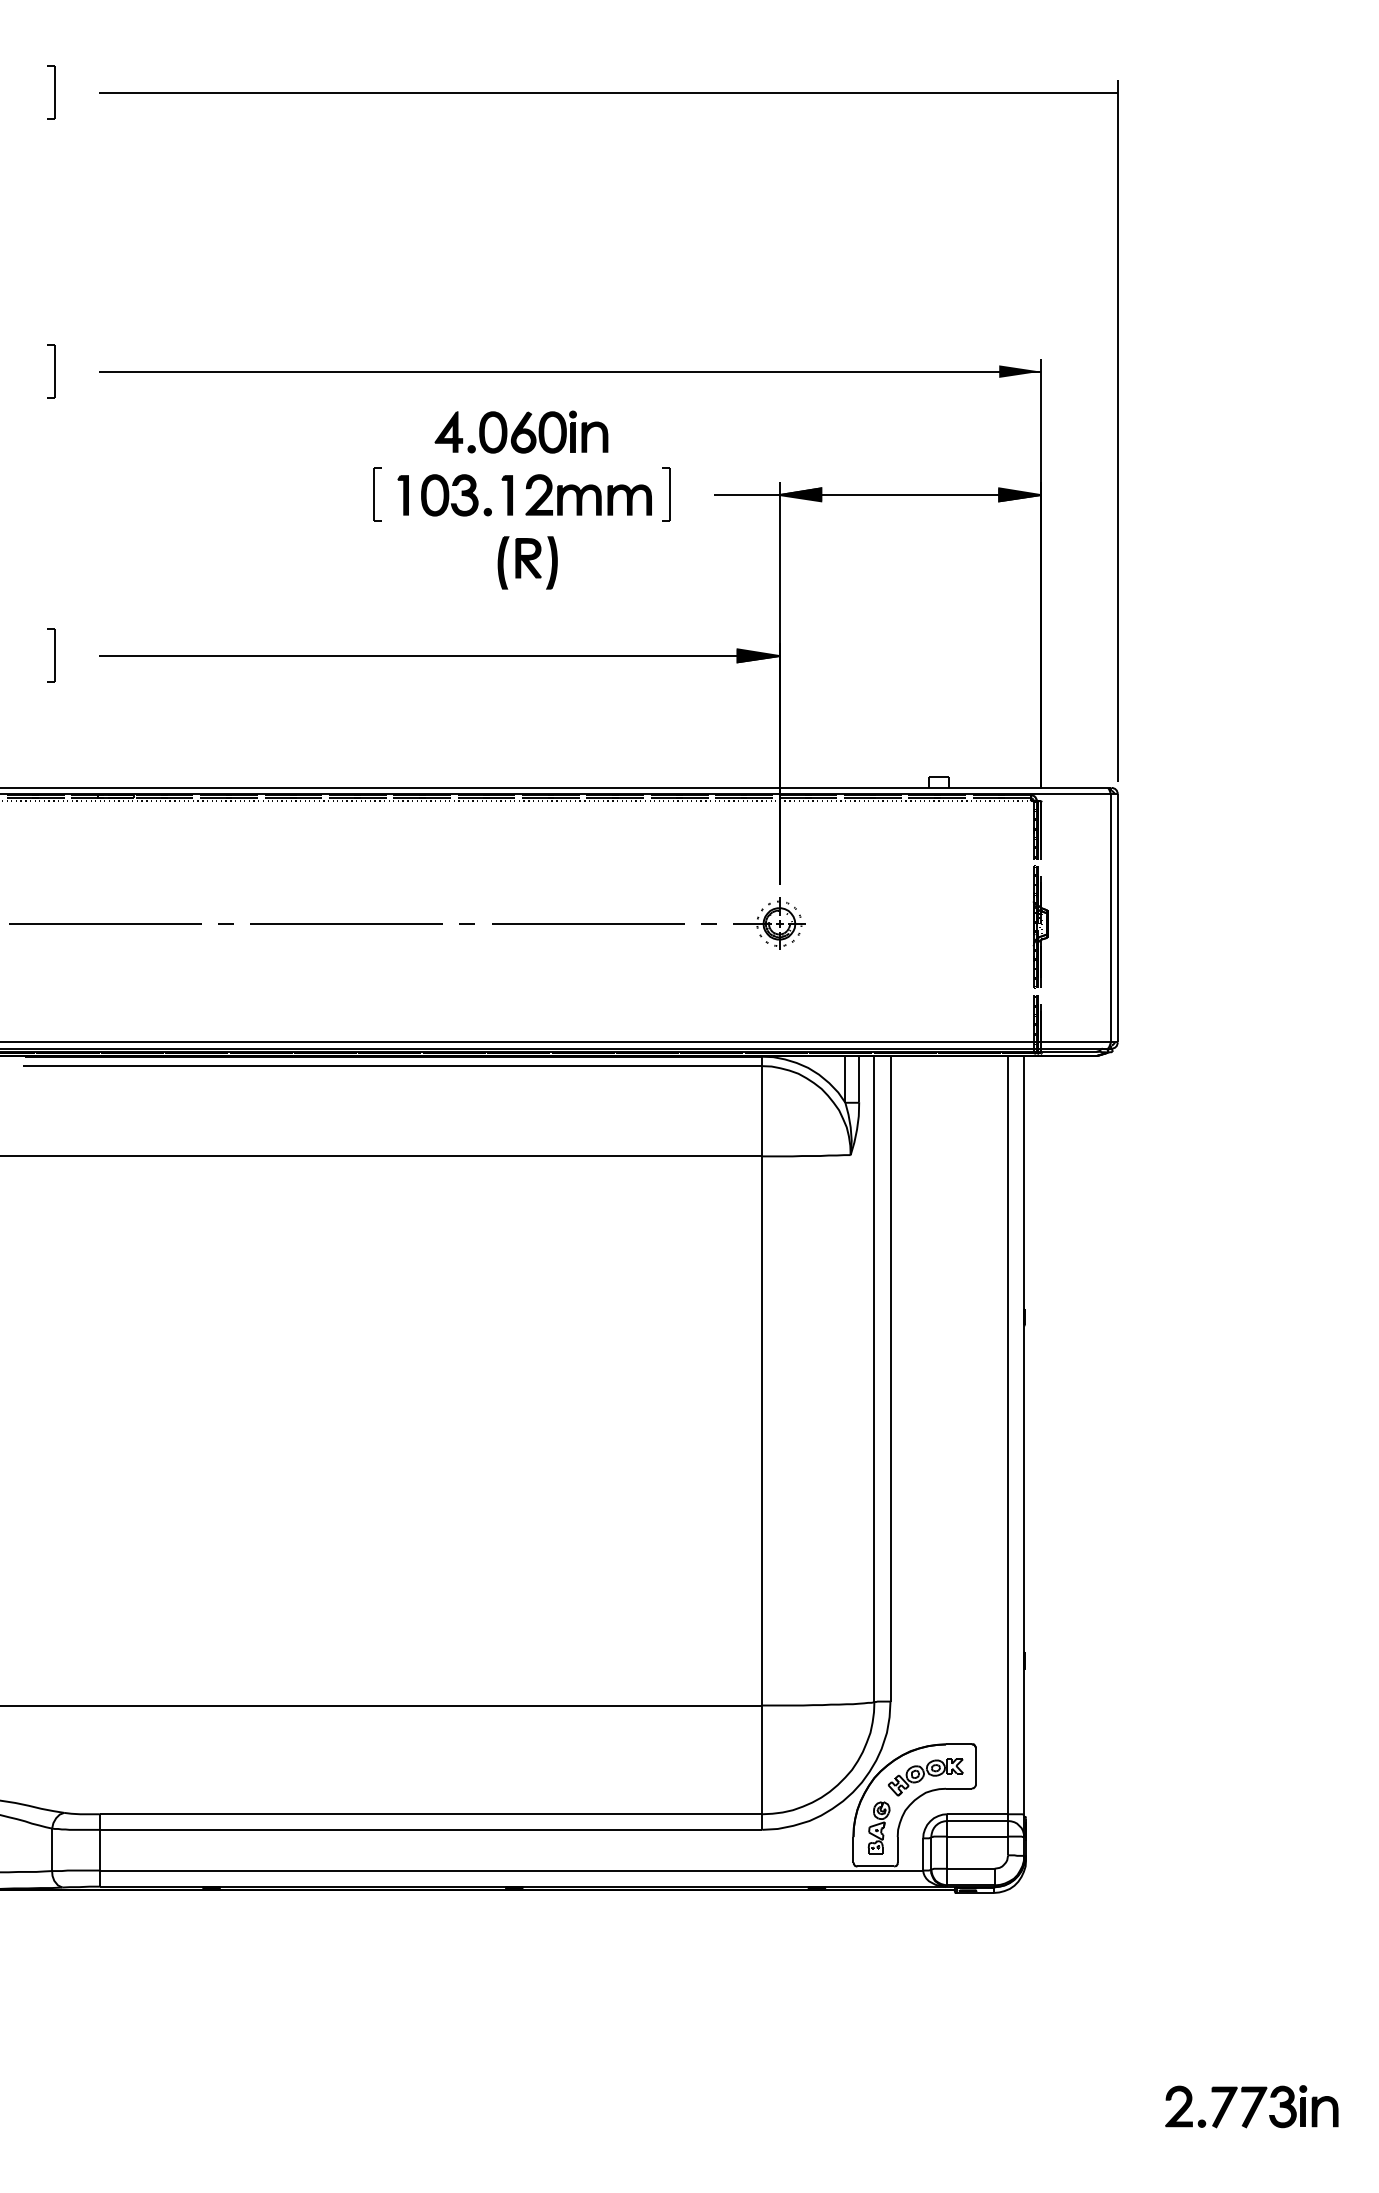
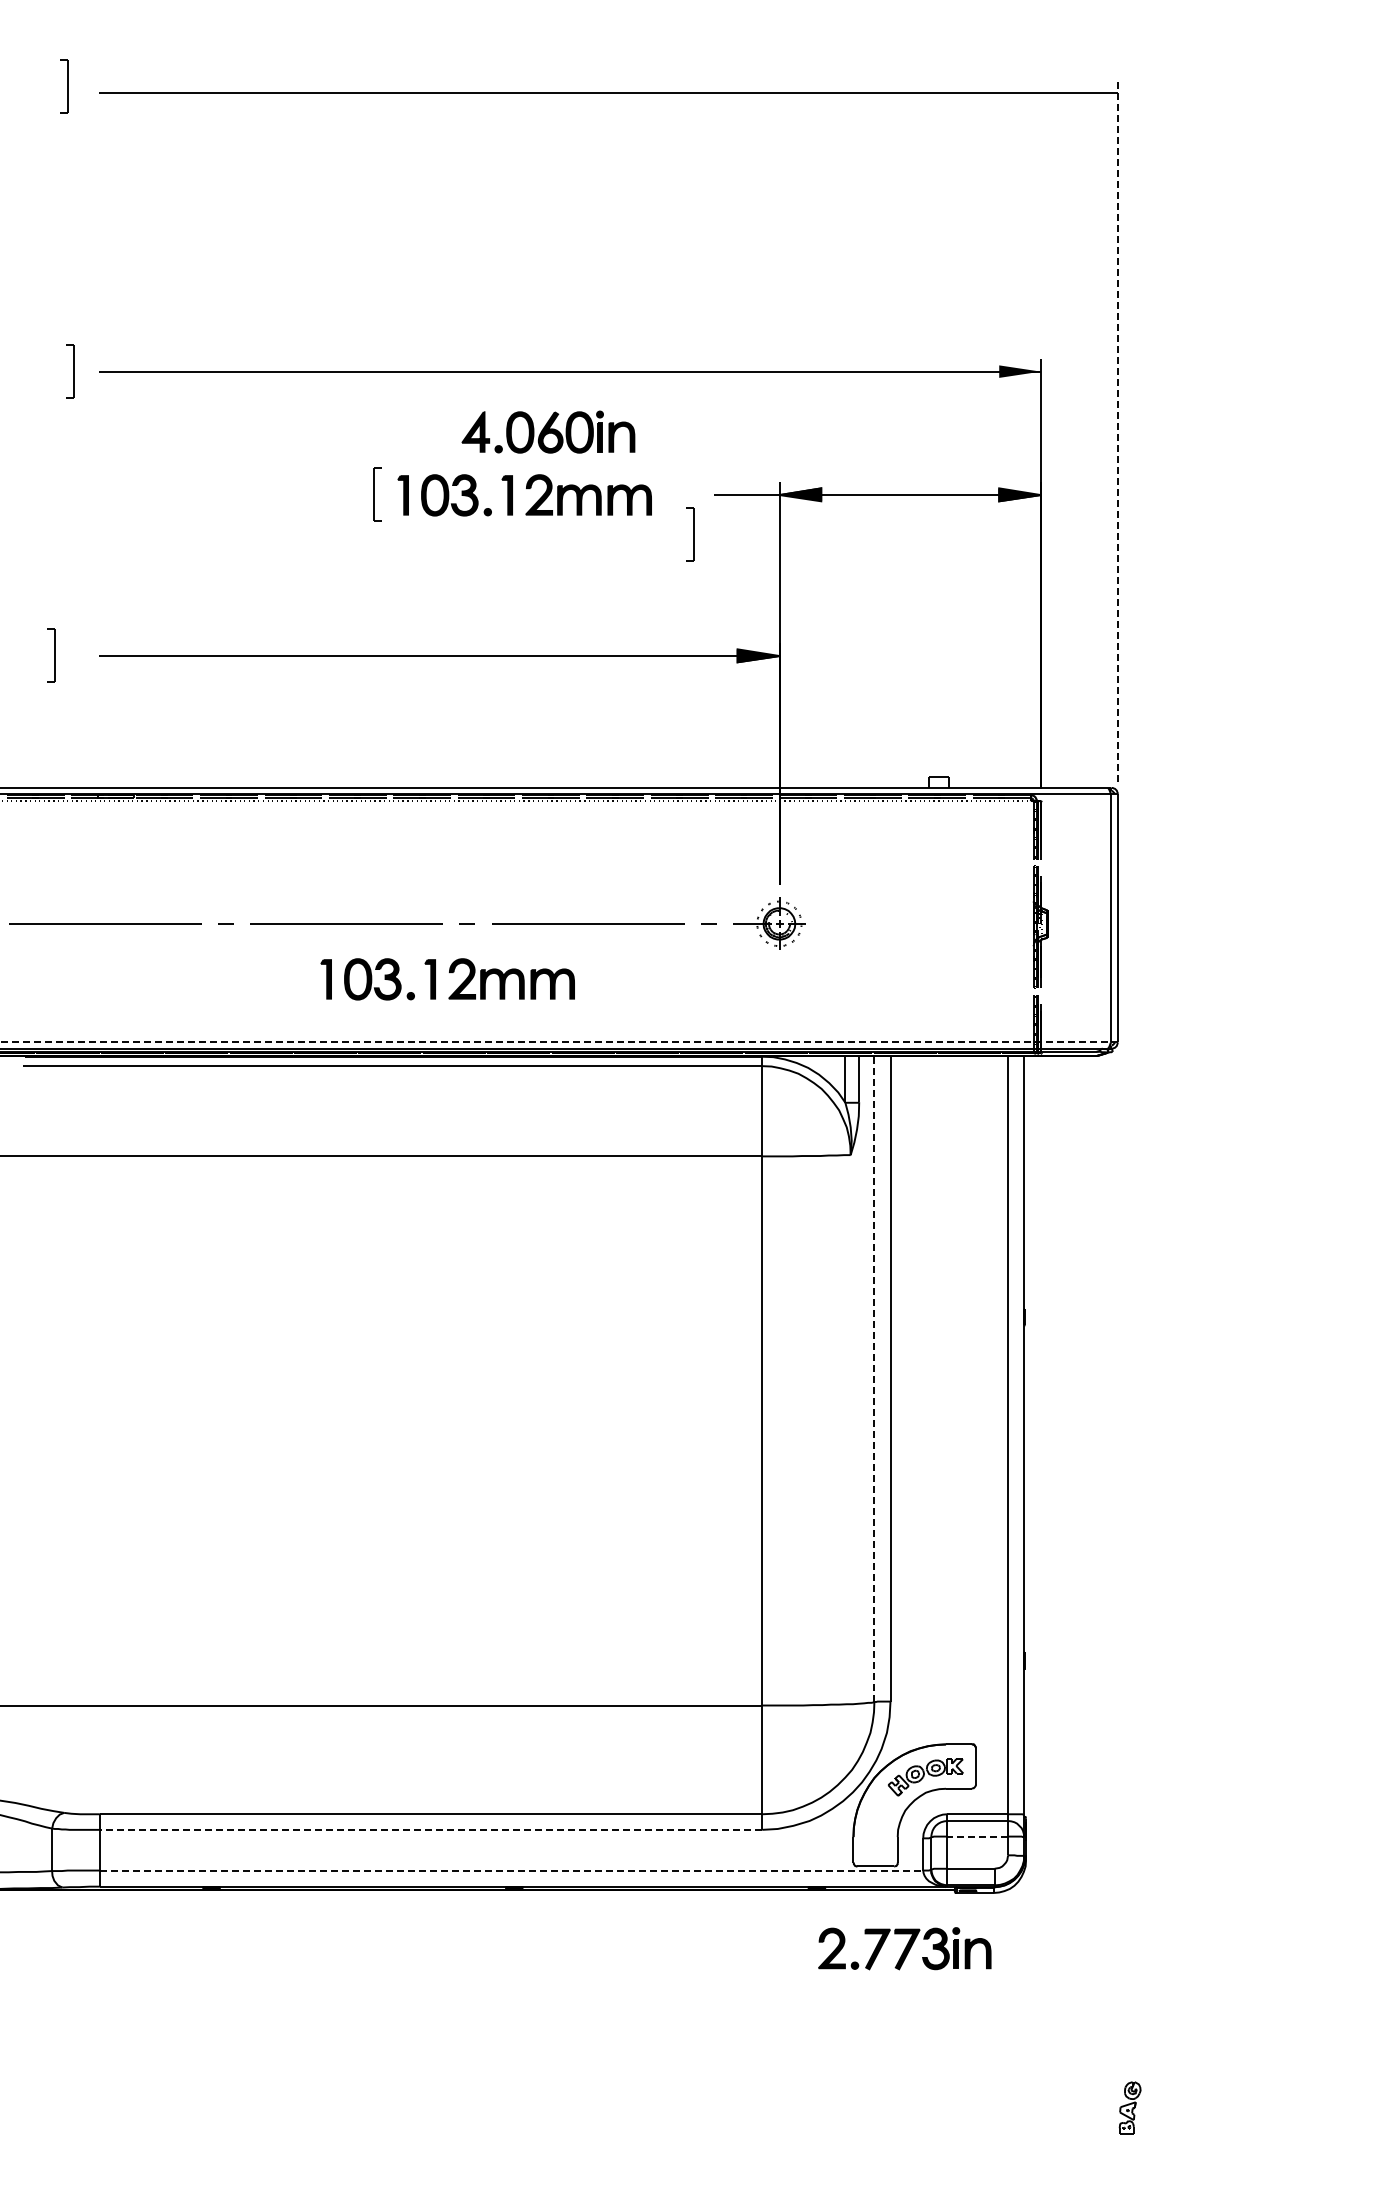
part at (51, 92) position: (51, 92) -> (64, 86)
part at (51, 371) position: (51, 371) -> (70, 371)
line at (1117, 430): solid -> dashed
part at (521, 431) position: (521, 431) -> (548, 431)
part at (666, 494) position: (666, 494) -> (690, 534)
part at (527, 562): present -> none
part at (449, 973): none -> present
line at (556, 1042): solid -> dashed
line at (874, 1378): solid -> dashed
part at (878, 1827) position: (878, 1827) -> (1129, 2107)
line at (430, 1829): solid -> dashed
line at (977, 1836): solid -> dashed
line at (511, 1870): solid -> dashed
part at (1251, 2106) position: (1251, 2106) -> (904, 1948)
